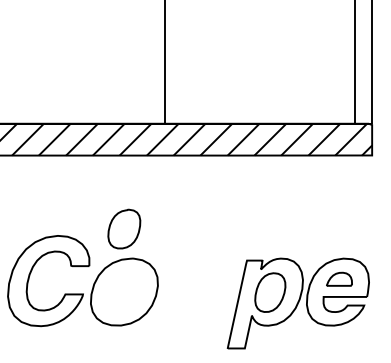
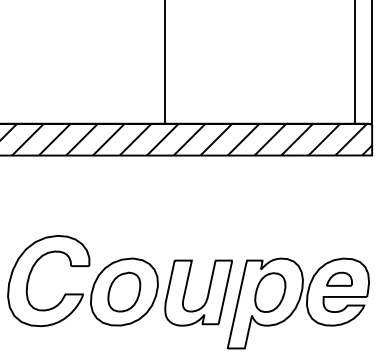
part at (124, 228) position: (124, 228) -> (124, 291)
part at (207, 292): none -> present
